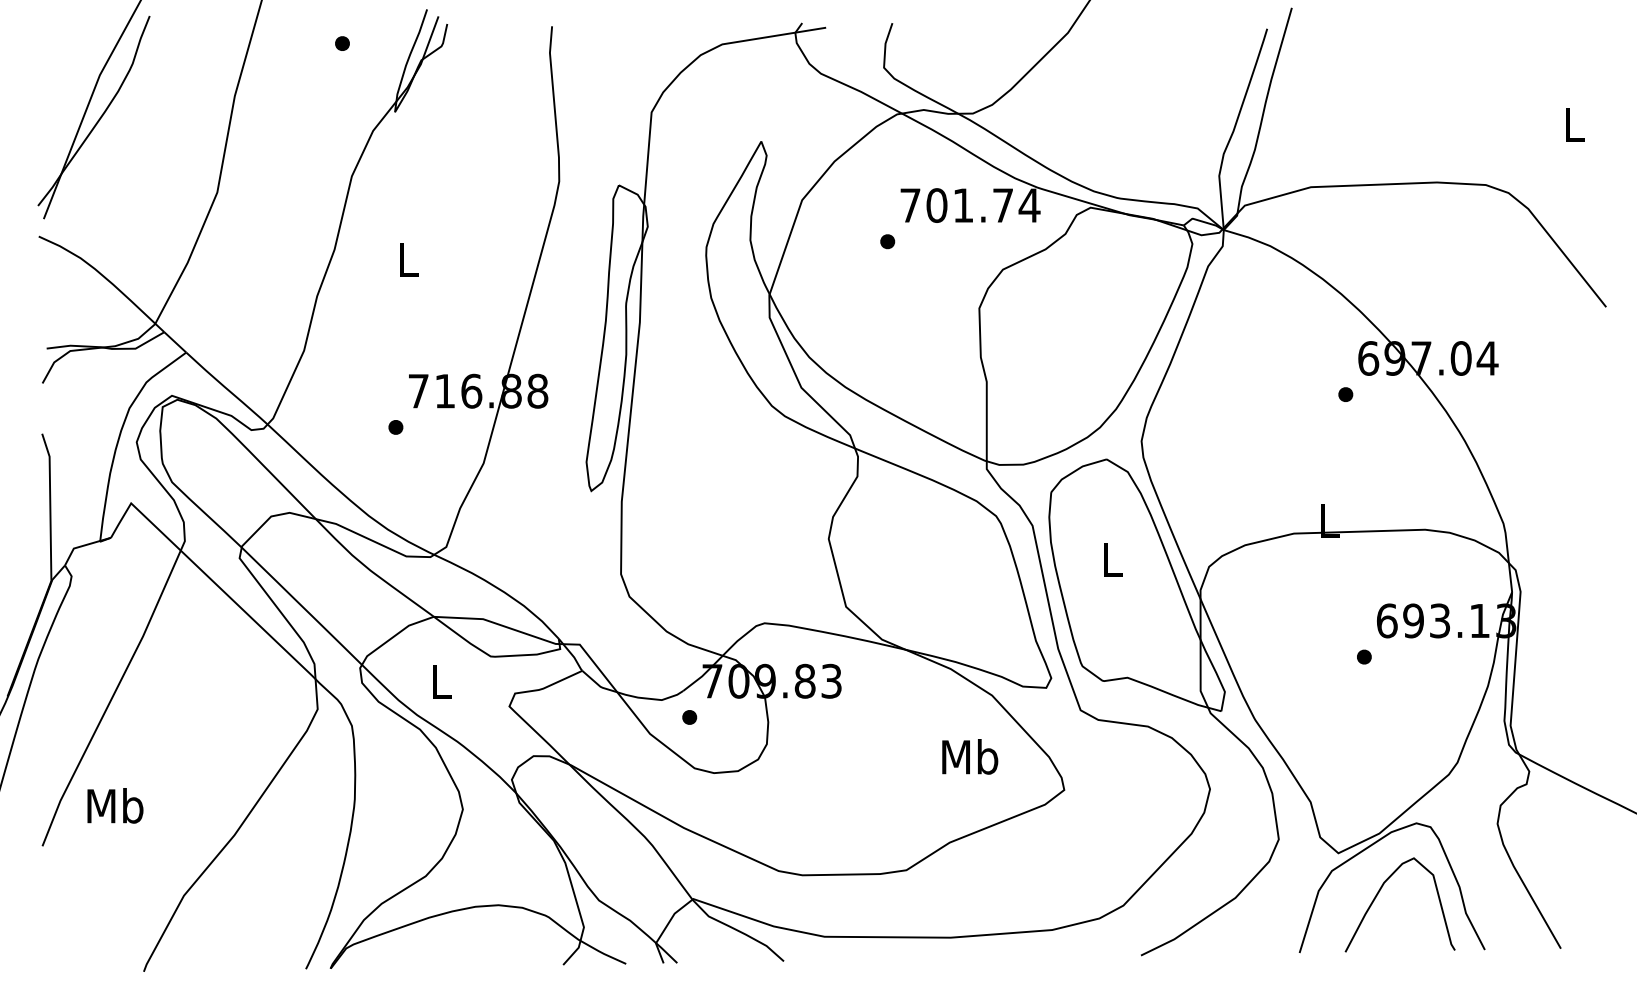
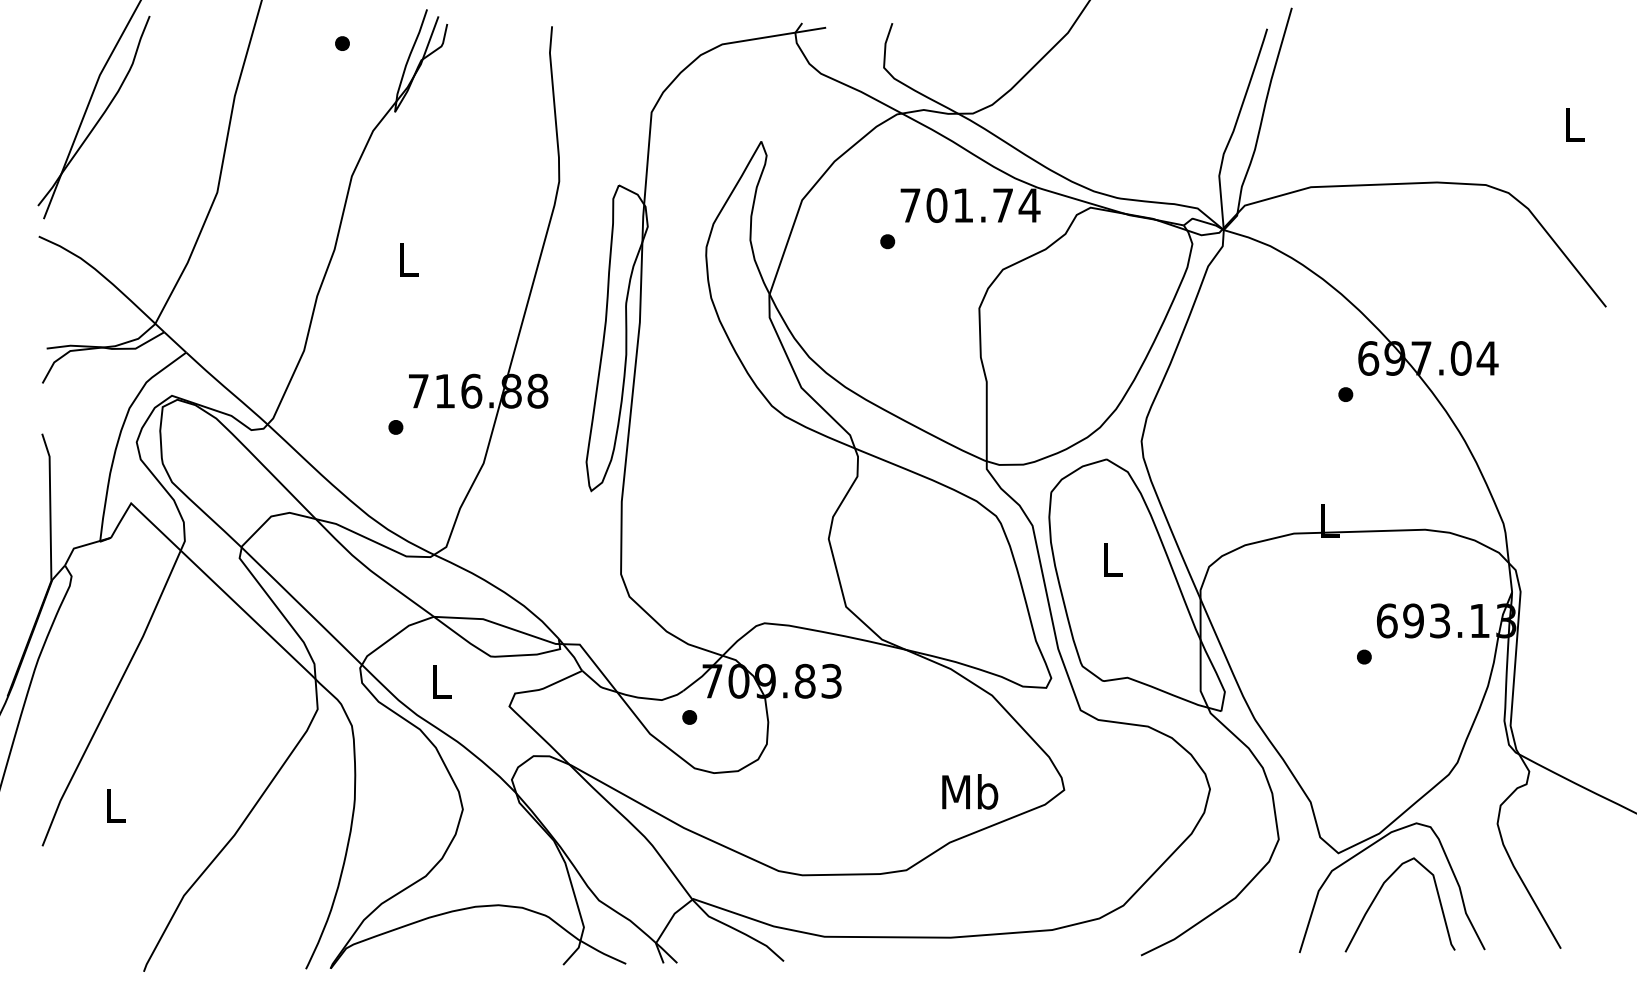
text at (970, 756) position: (970, 756) -> (970, 791)
text at (115, 805): Mb -> L
